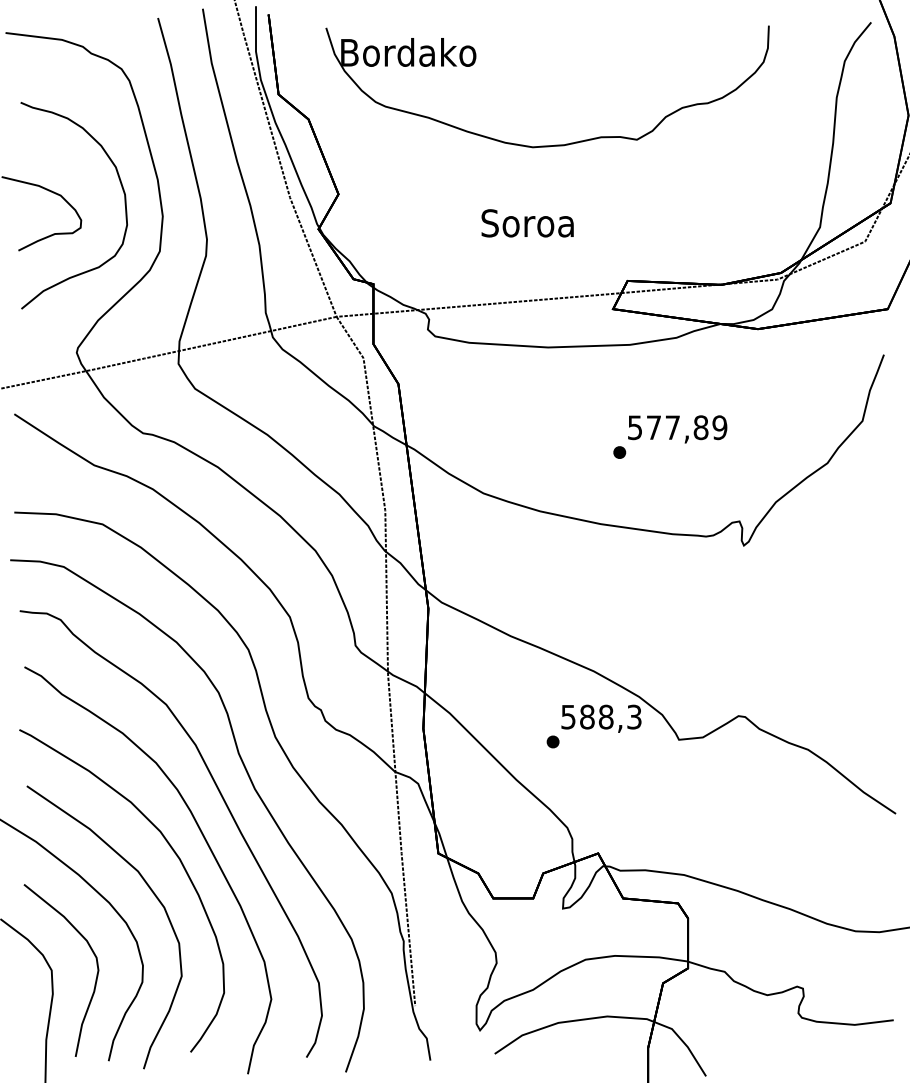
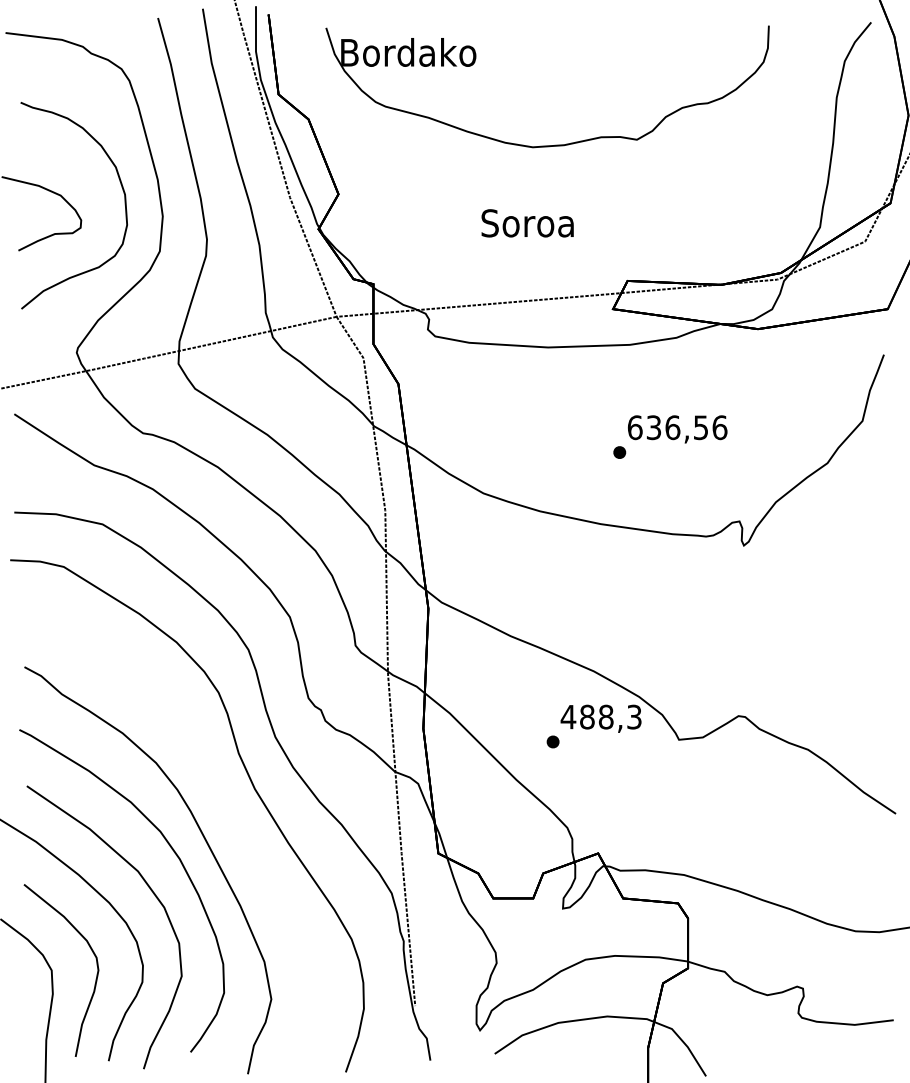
text at (677, 427): 577,89 -> 636,56
text at (568, 717): 588,3 -> 488,3
curve at (225, 805): present -> none
